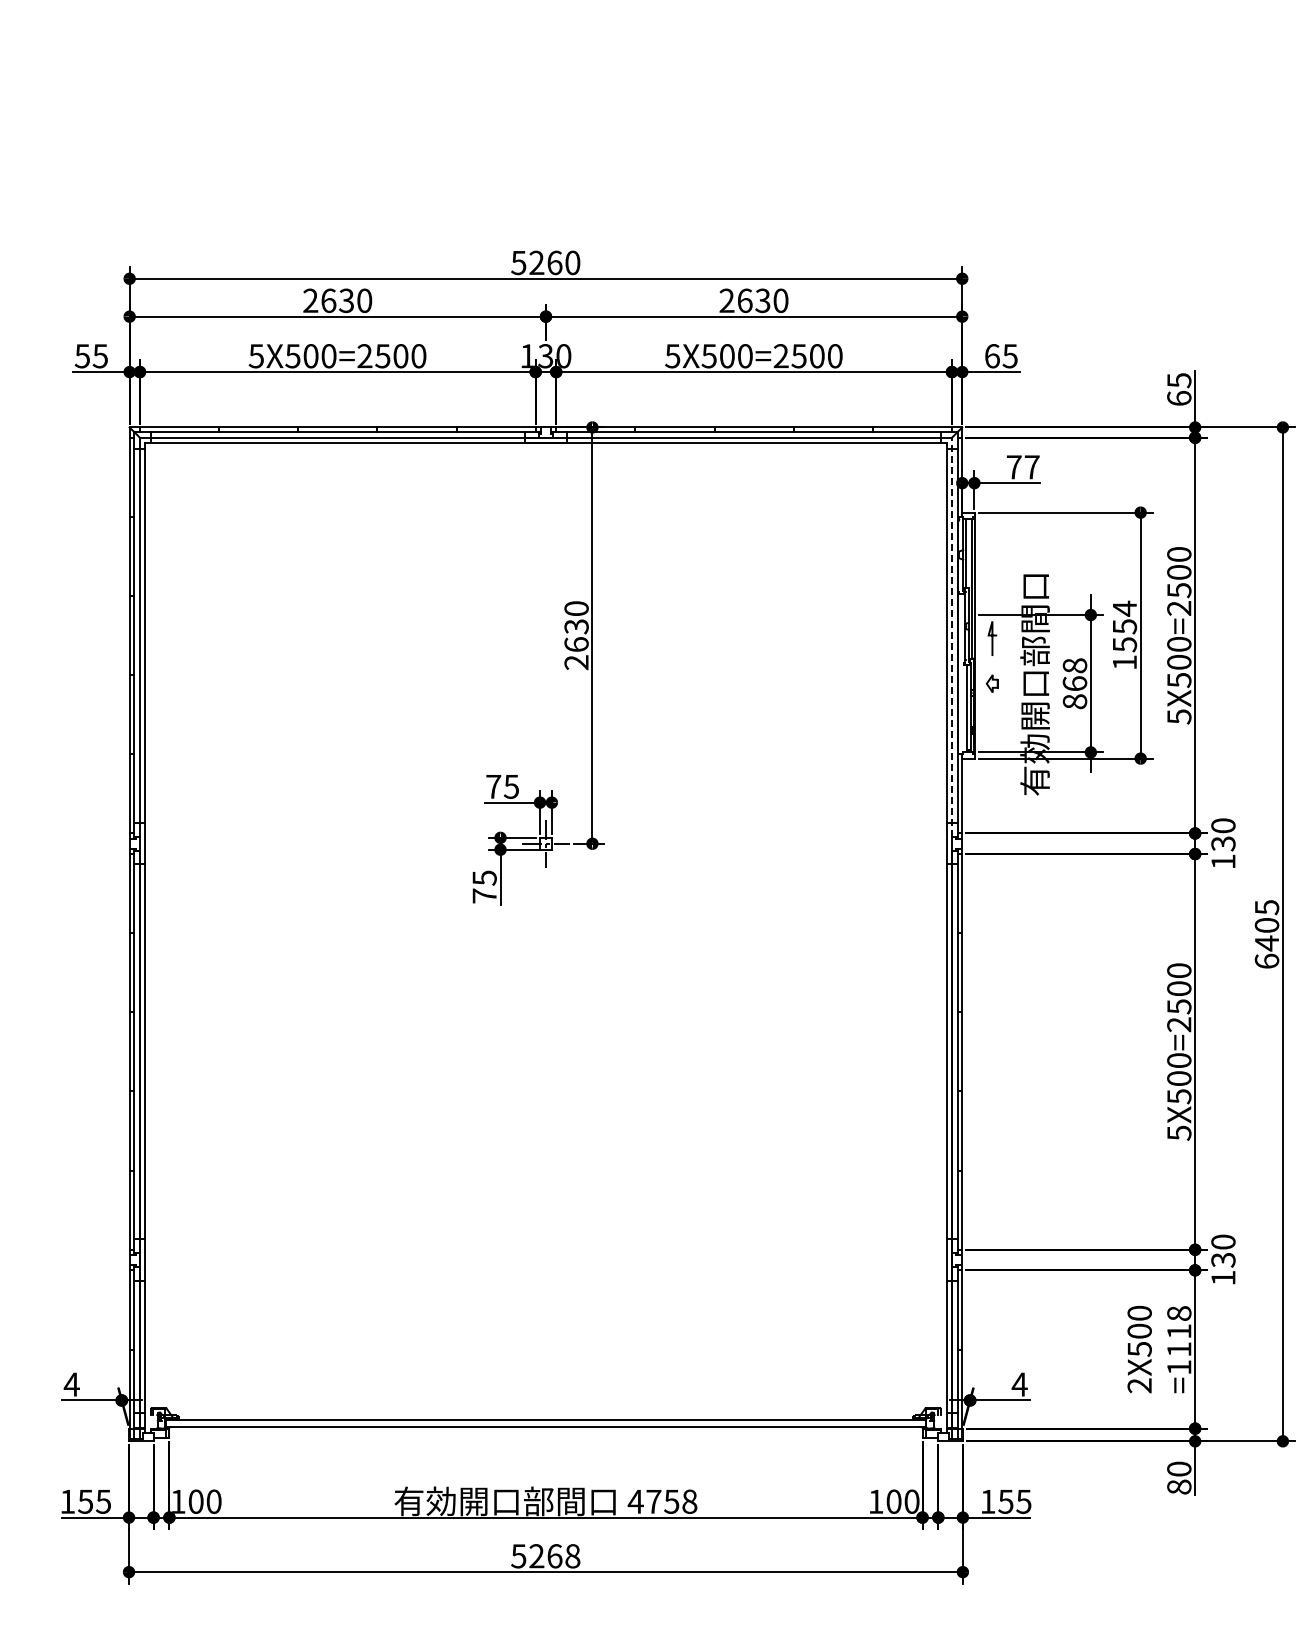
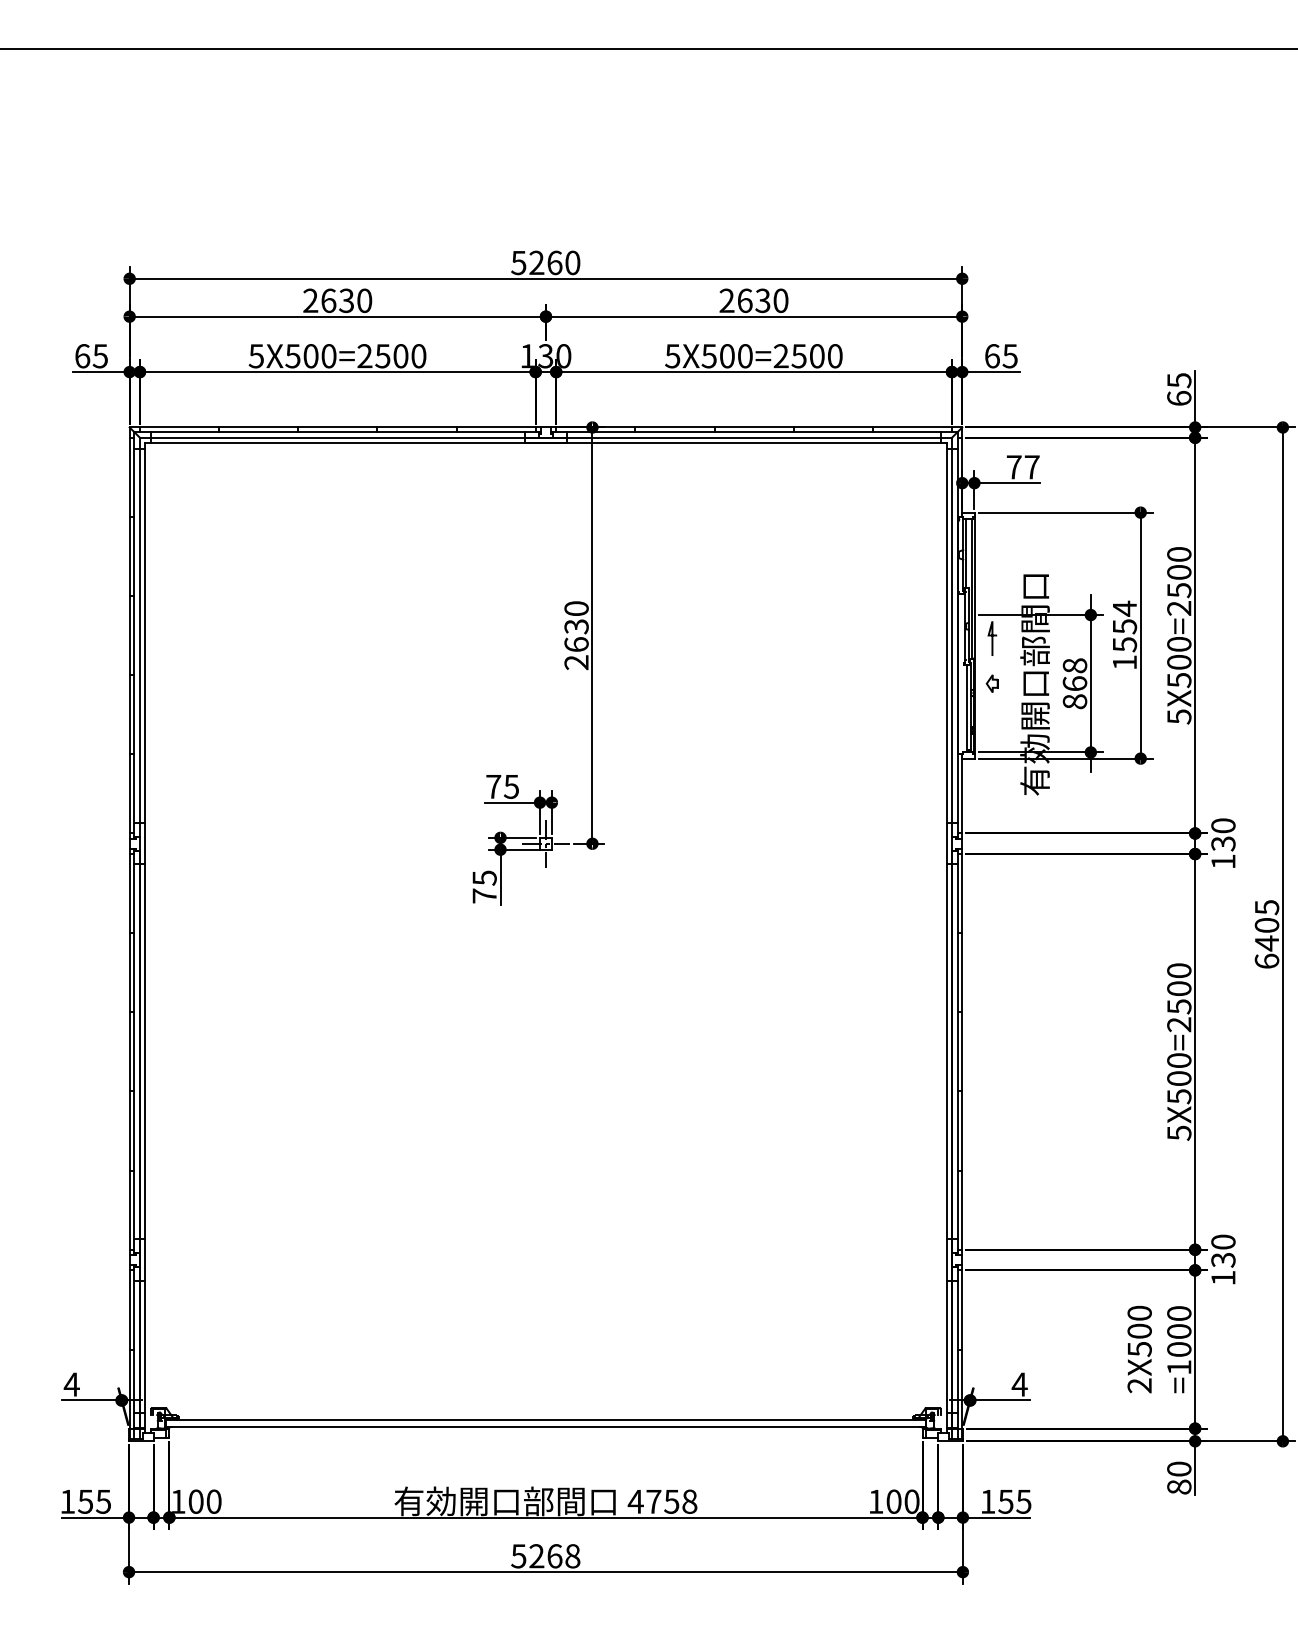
line at (648, 48): none -> present
text at (82, 356): 55 -> 65
line at (951, 636): dashed -> solid
text at (1179, 1331): =1118 -> =1000
